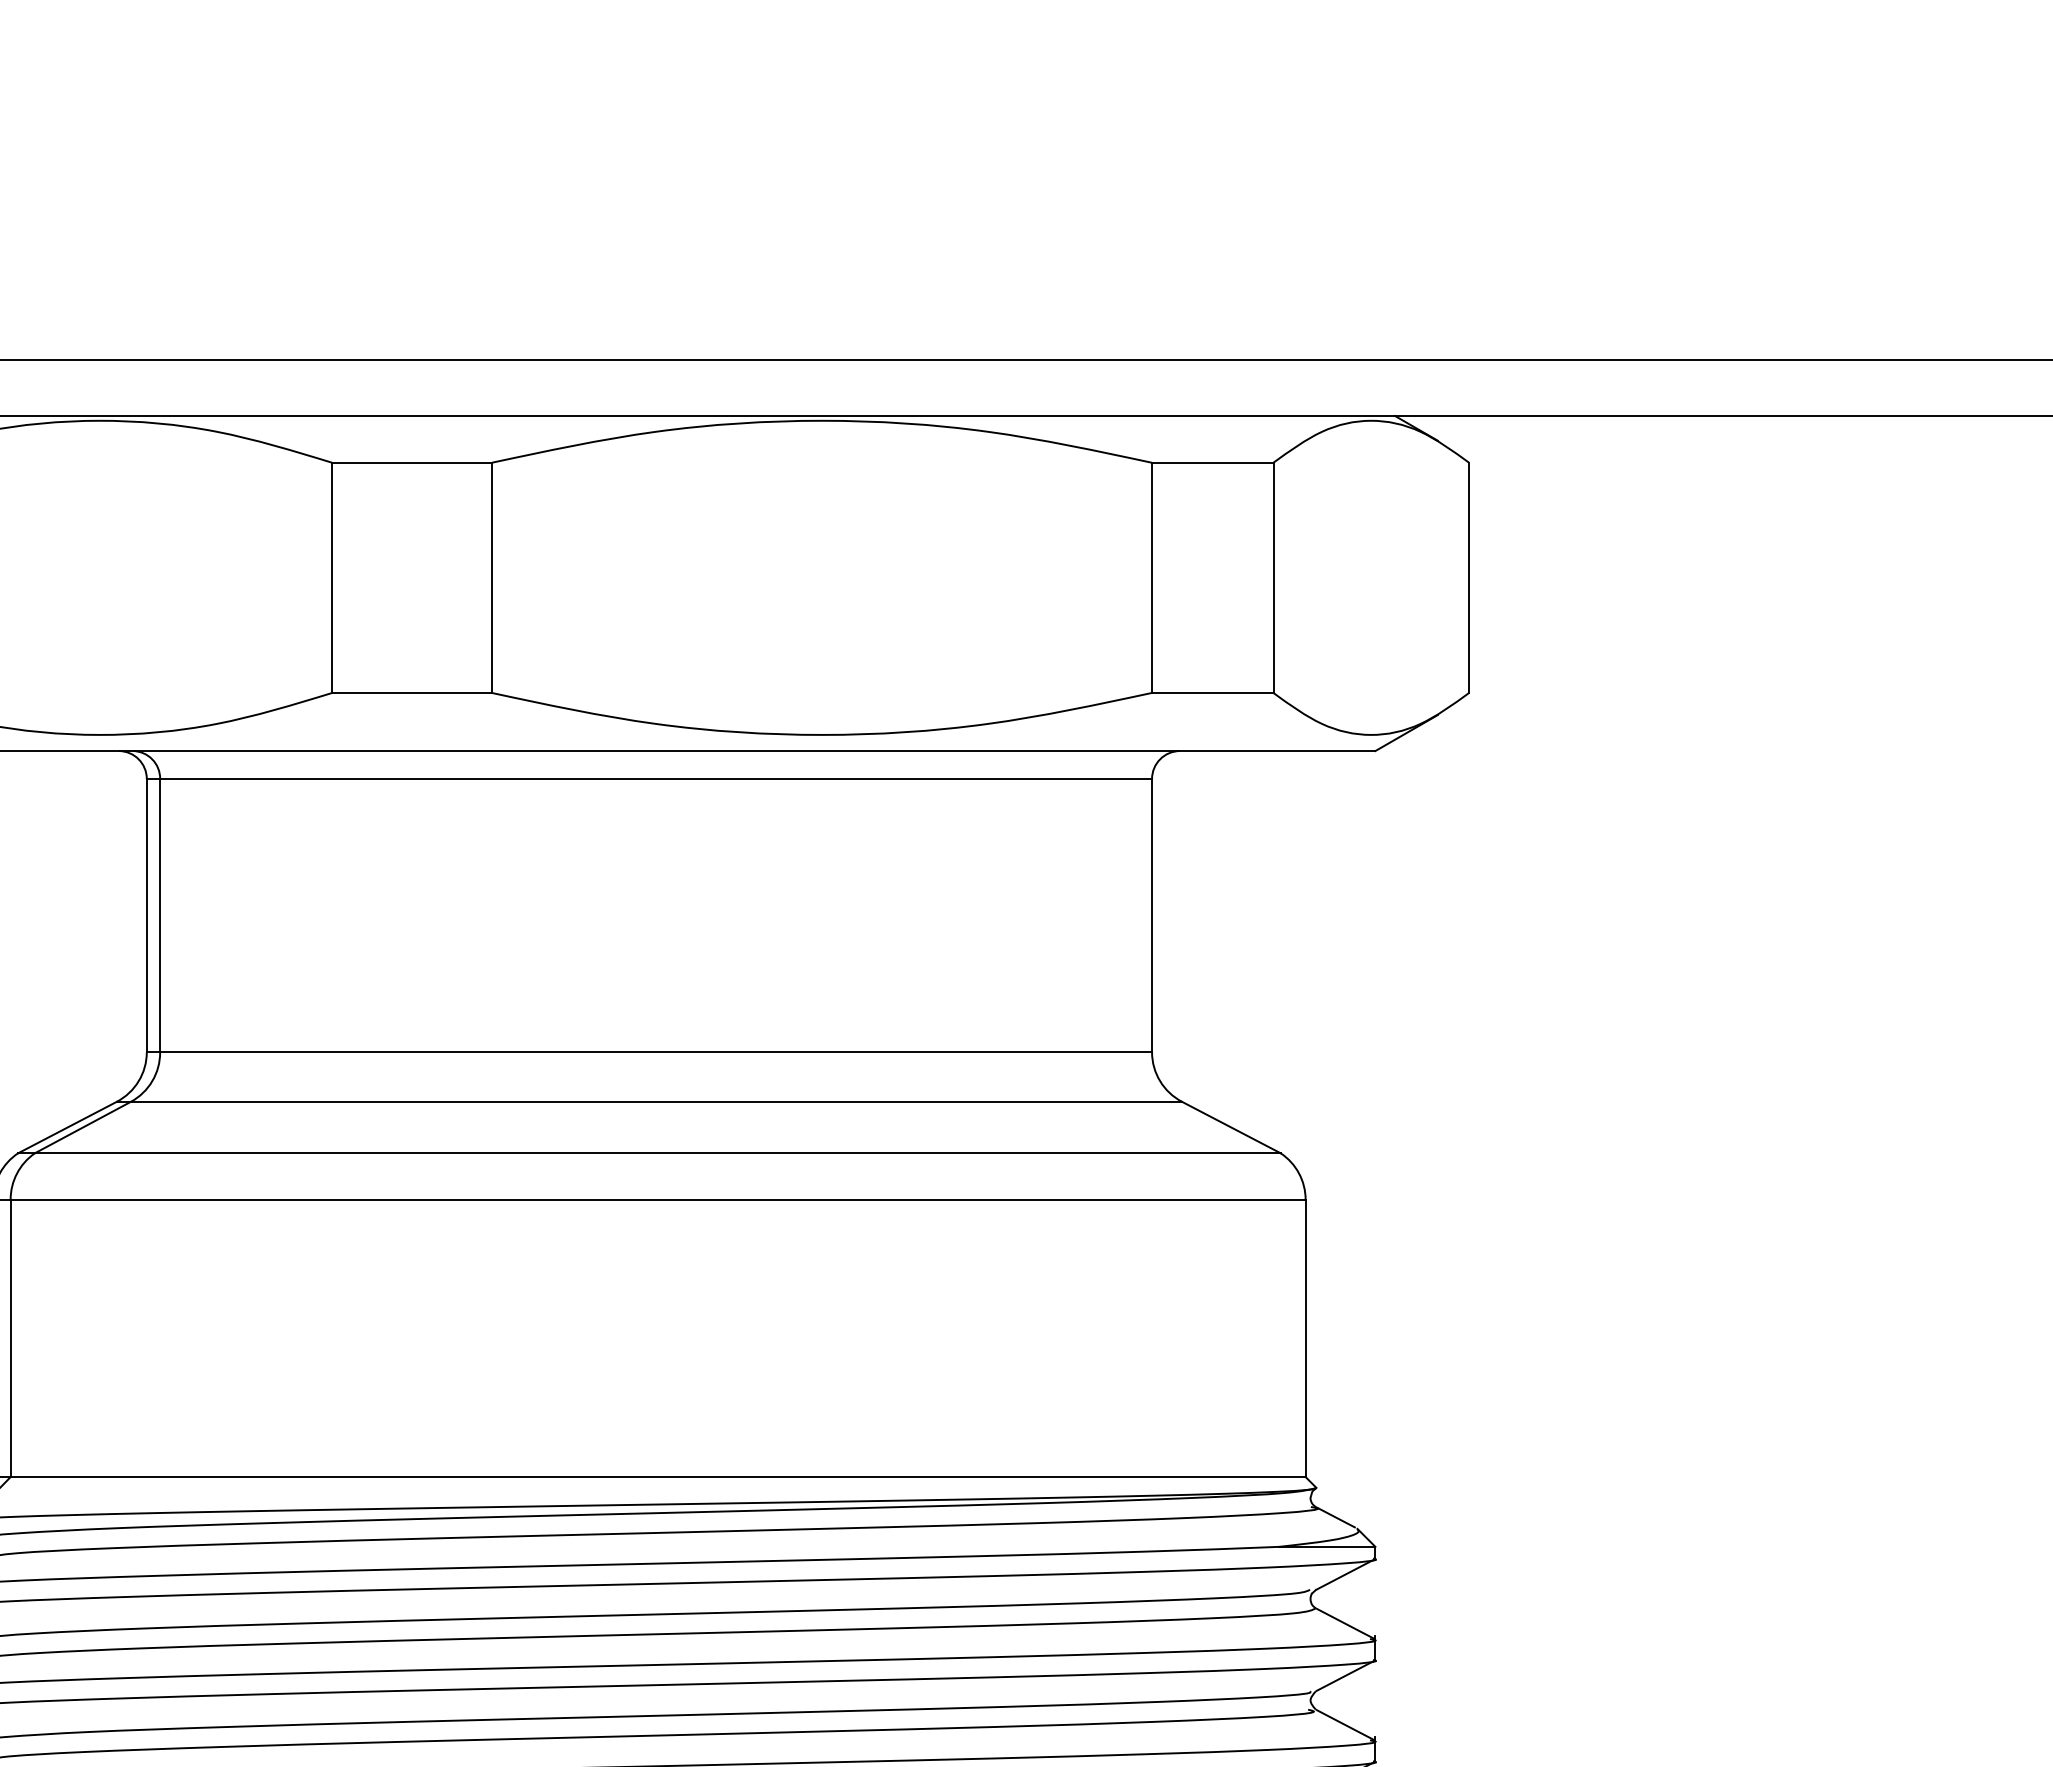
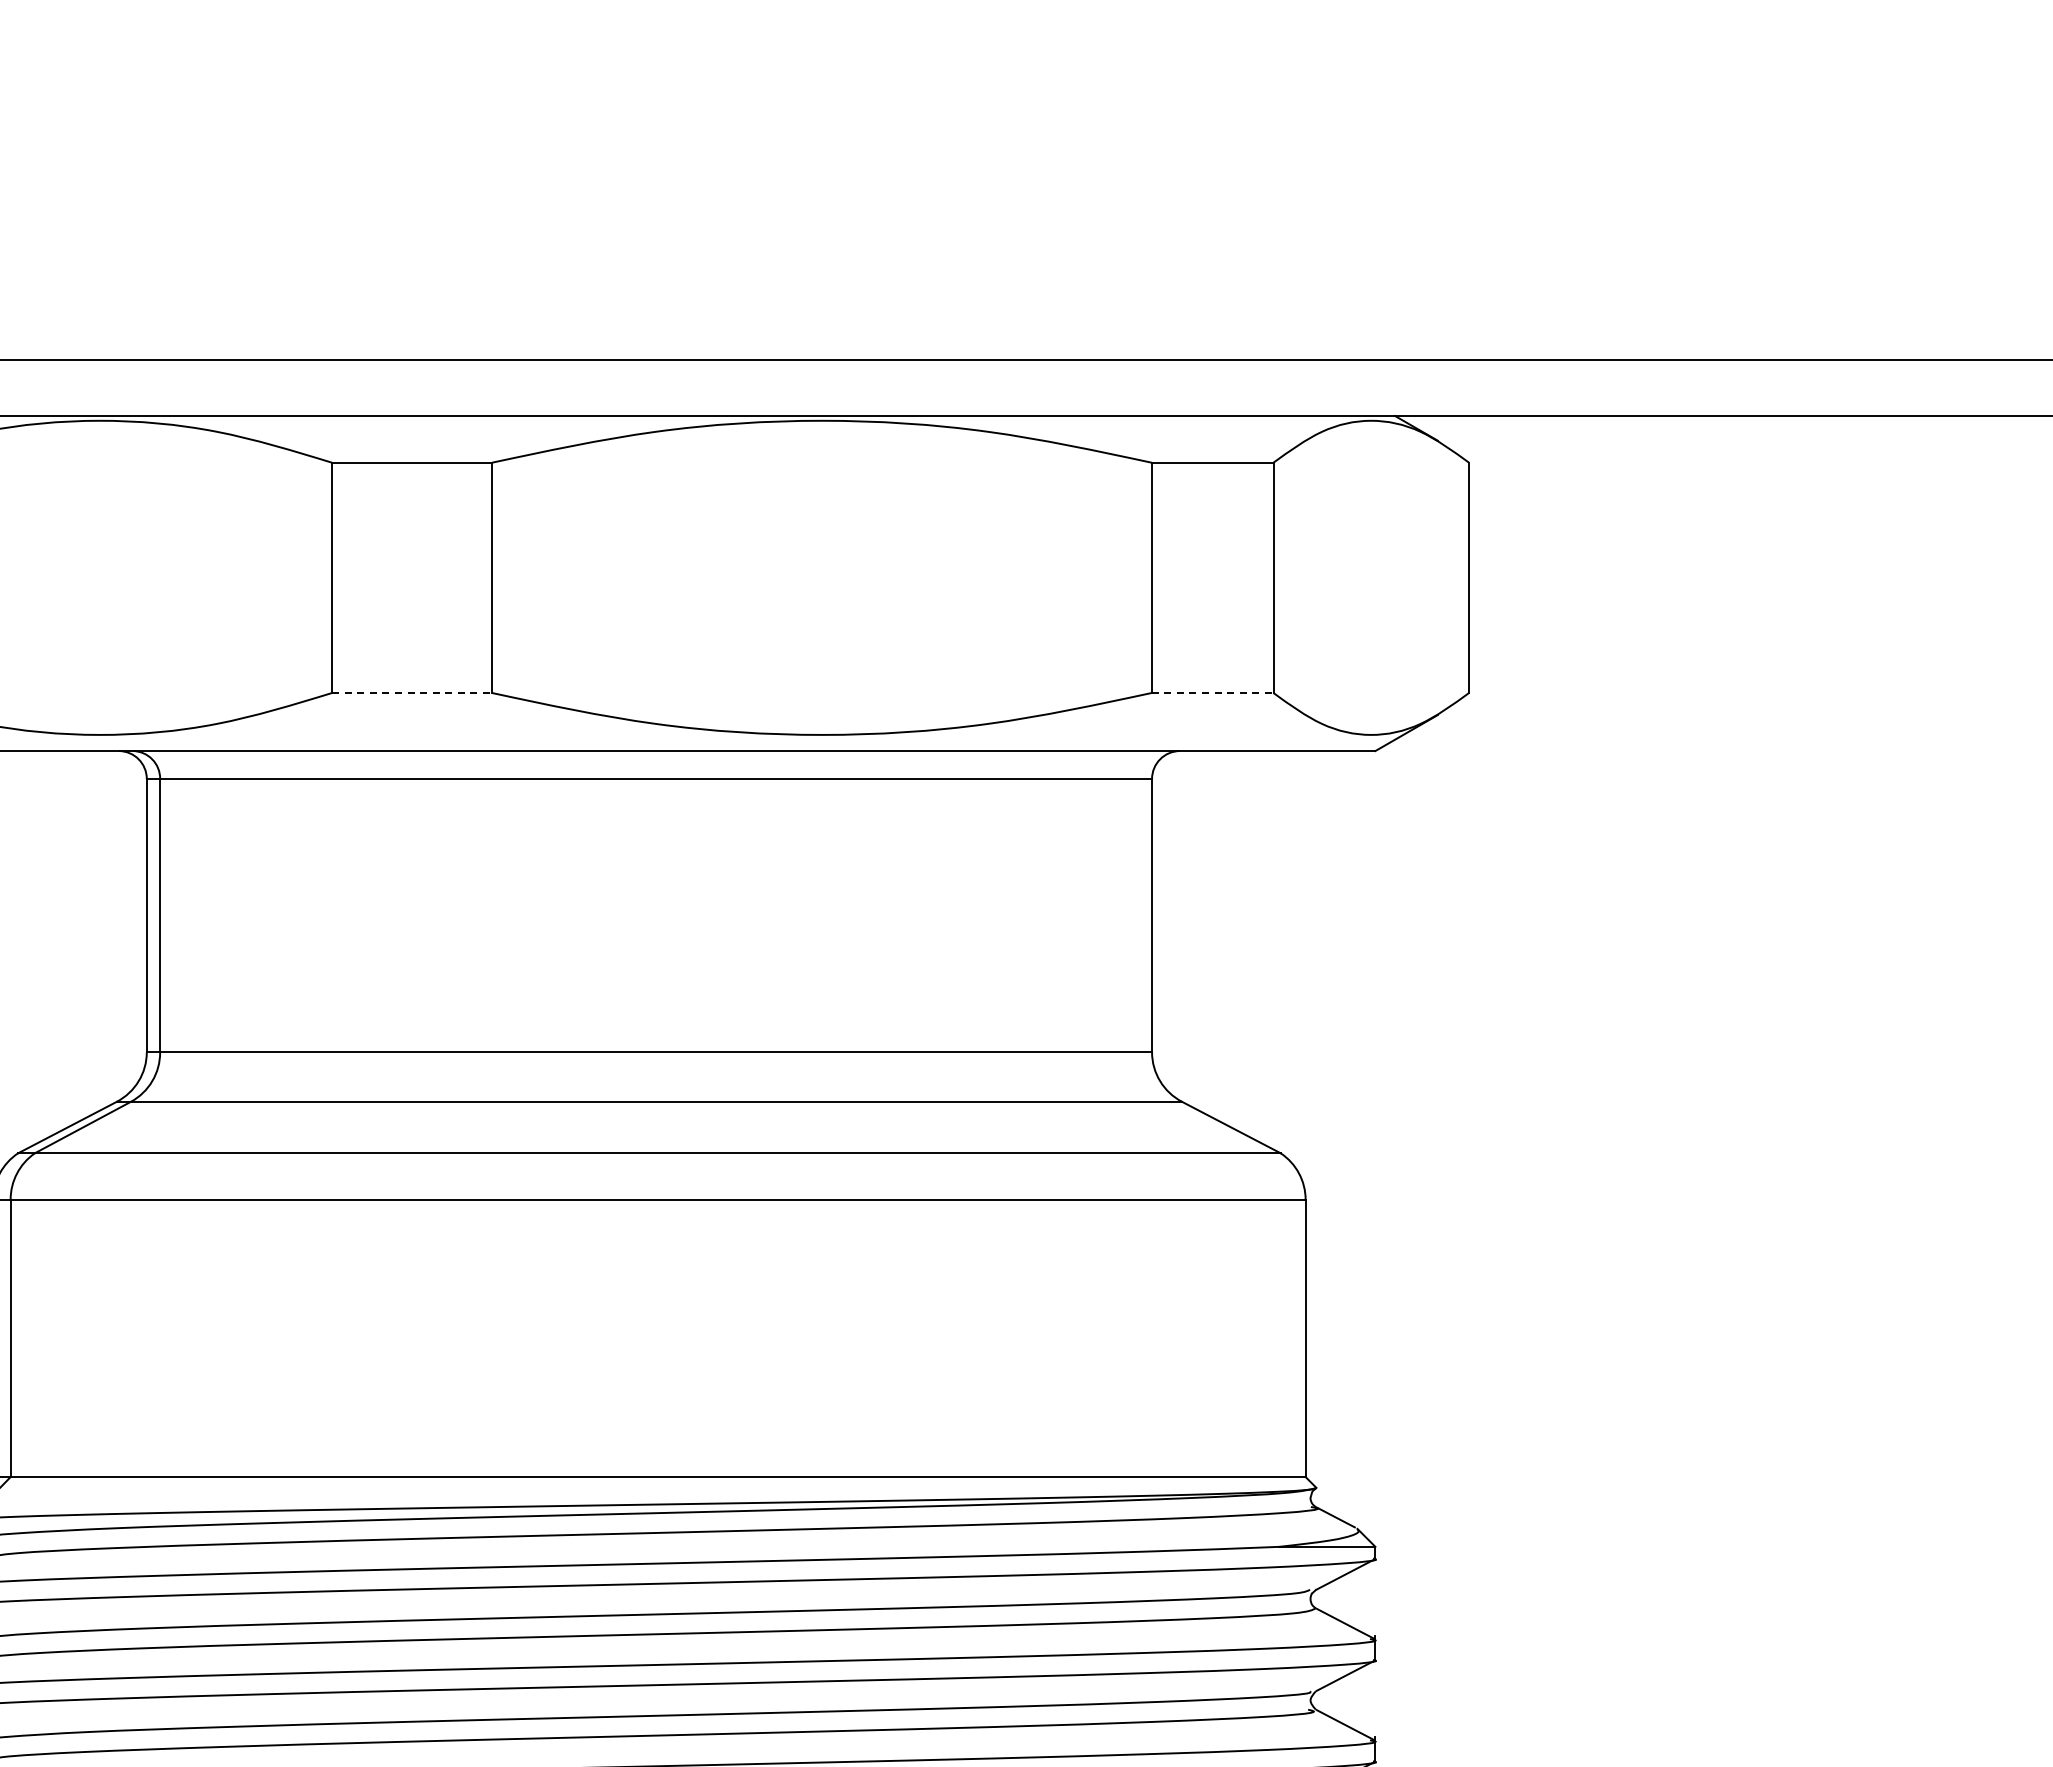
line at (412, 693): solid -> dashed
line at (1212, 693): solid -> dashed
